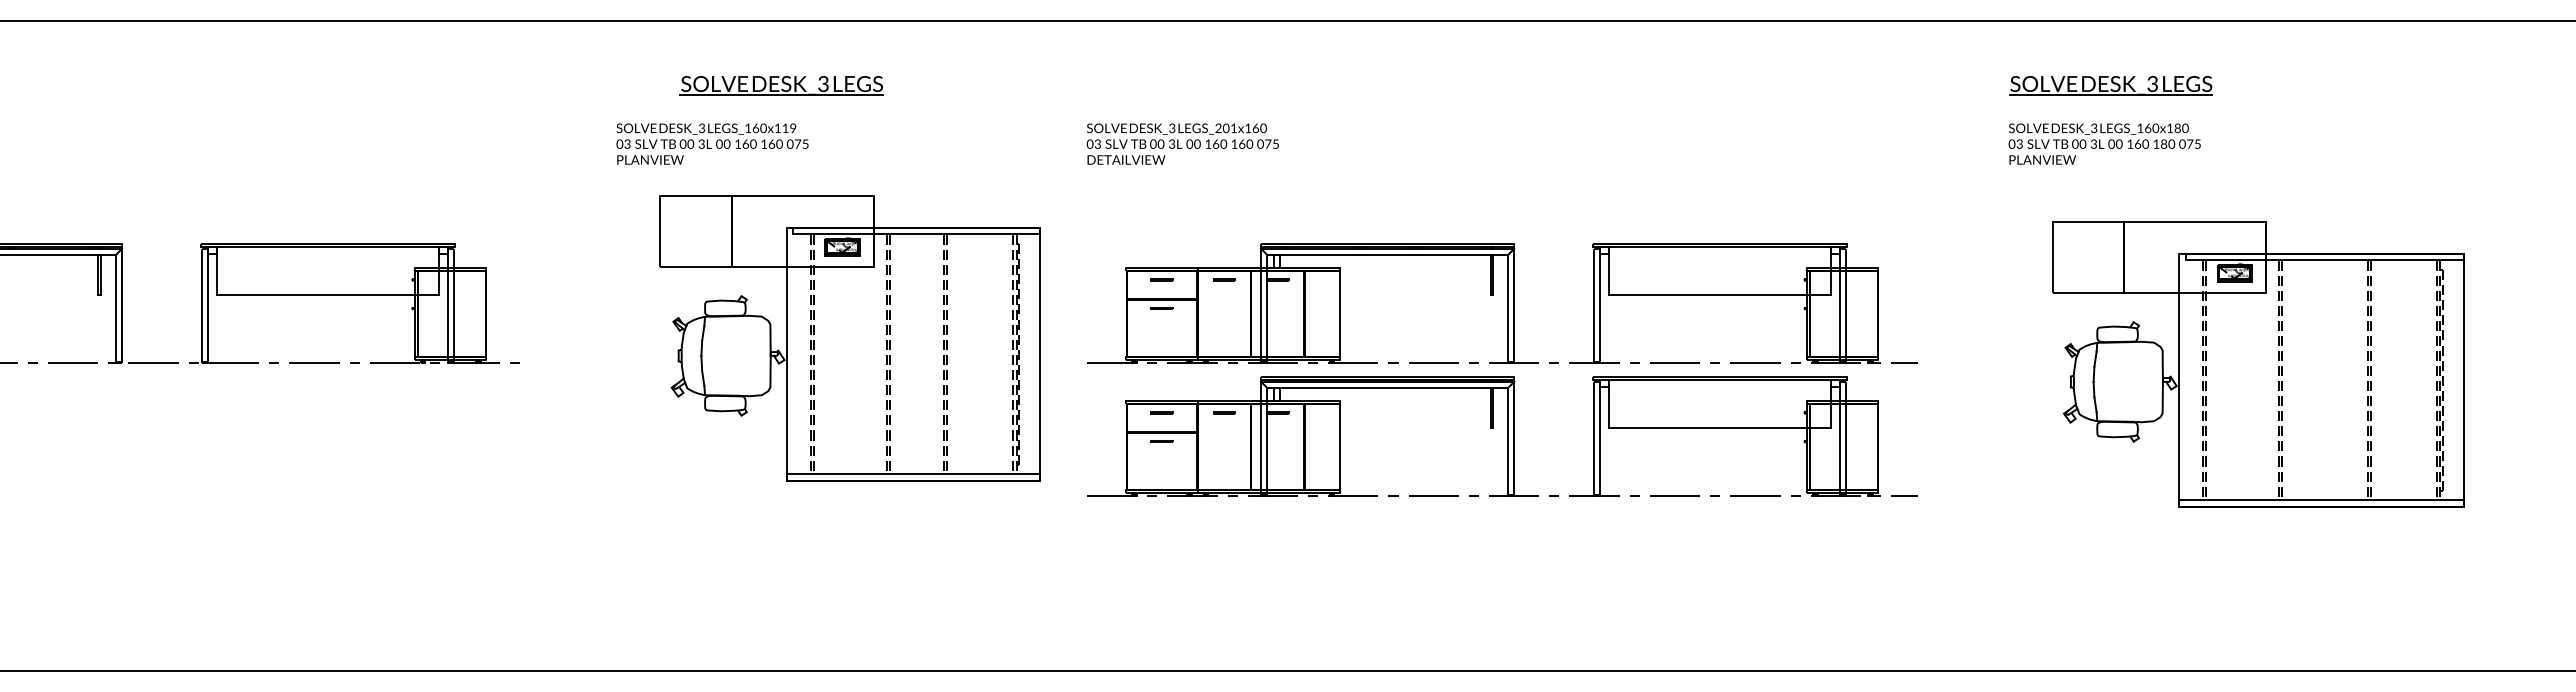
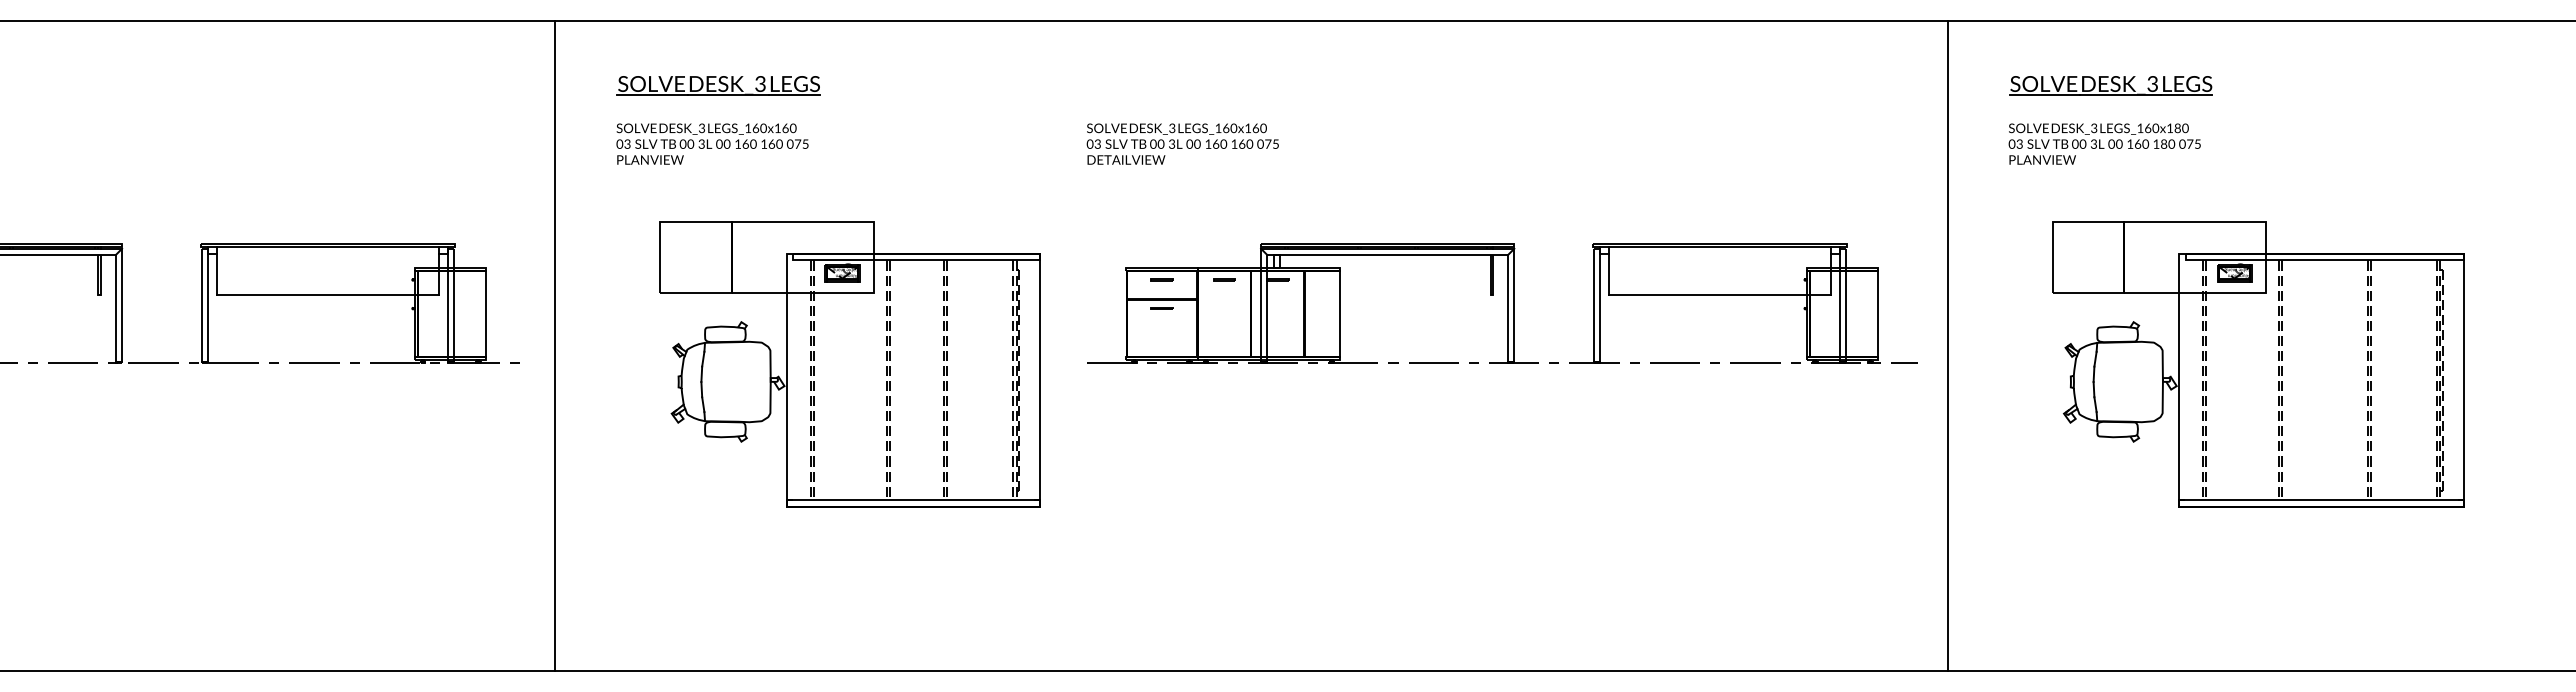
part at (781, 85) position: (781, 85) -> (718, 85)
text at (789, 128): LEGS_160x119 -> LEGS_160x160
text at (1226, 128): LEGS_201x160 -> LEGS_160x160
part at (849, 338) position: (849, 338) -> (849, 364)
line at (555, 345): none -> present
line at (1947, 345): none -> present
part at (1502, 436): present -> none
